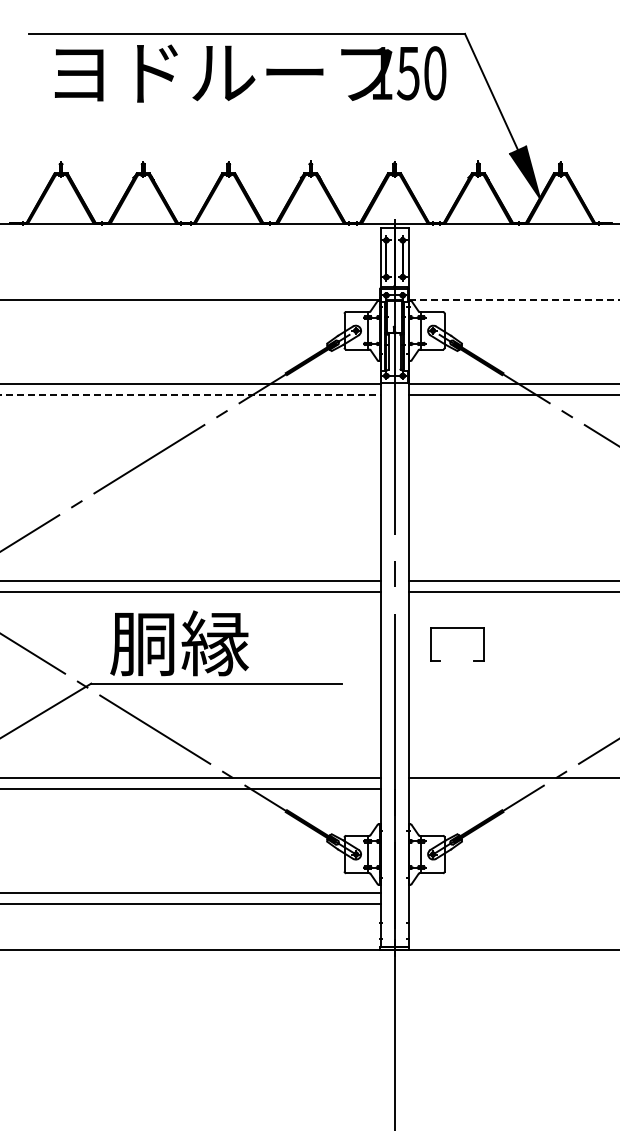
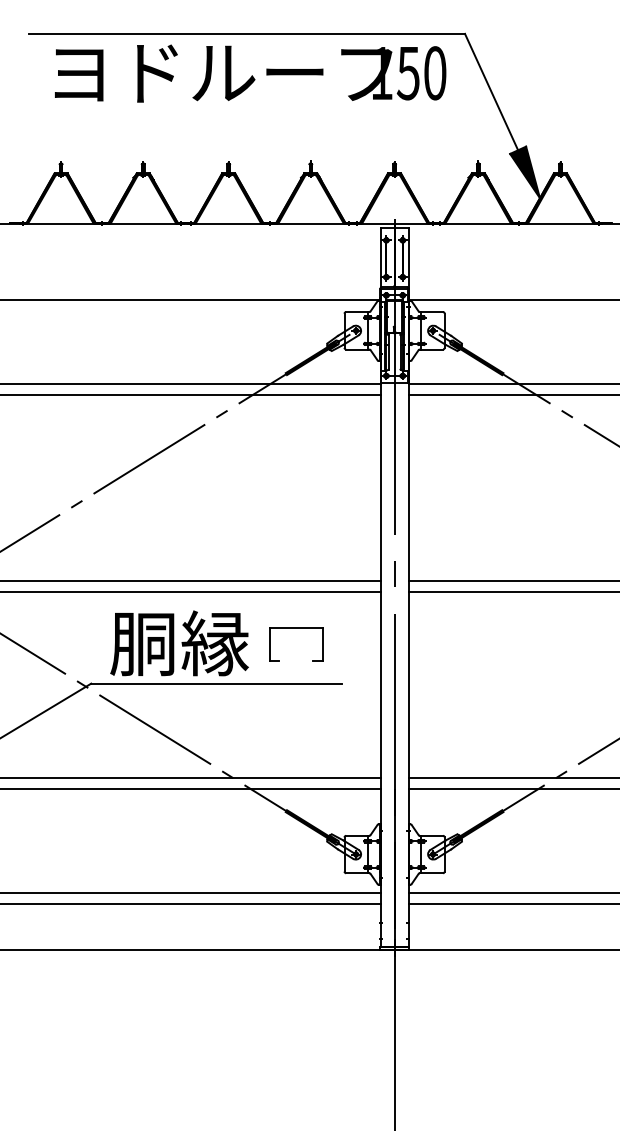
line at (514, 299): dashed -> solid
line at (190, 394): dashed -> solid
part at (457, 628) position: (457, 628) -> (296, 628)
line at (512, 788): none -> present
line at (512, 892): none -> present
line at (512, 903): none -> present
